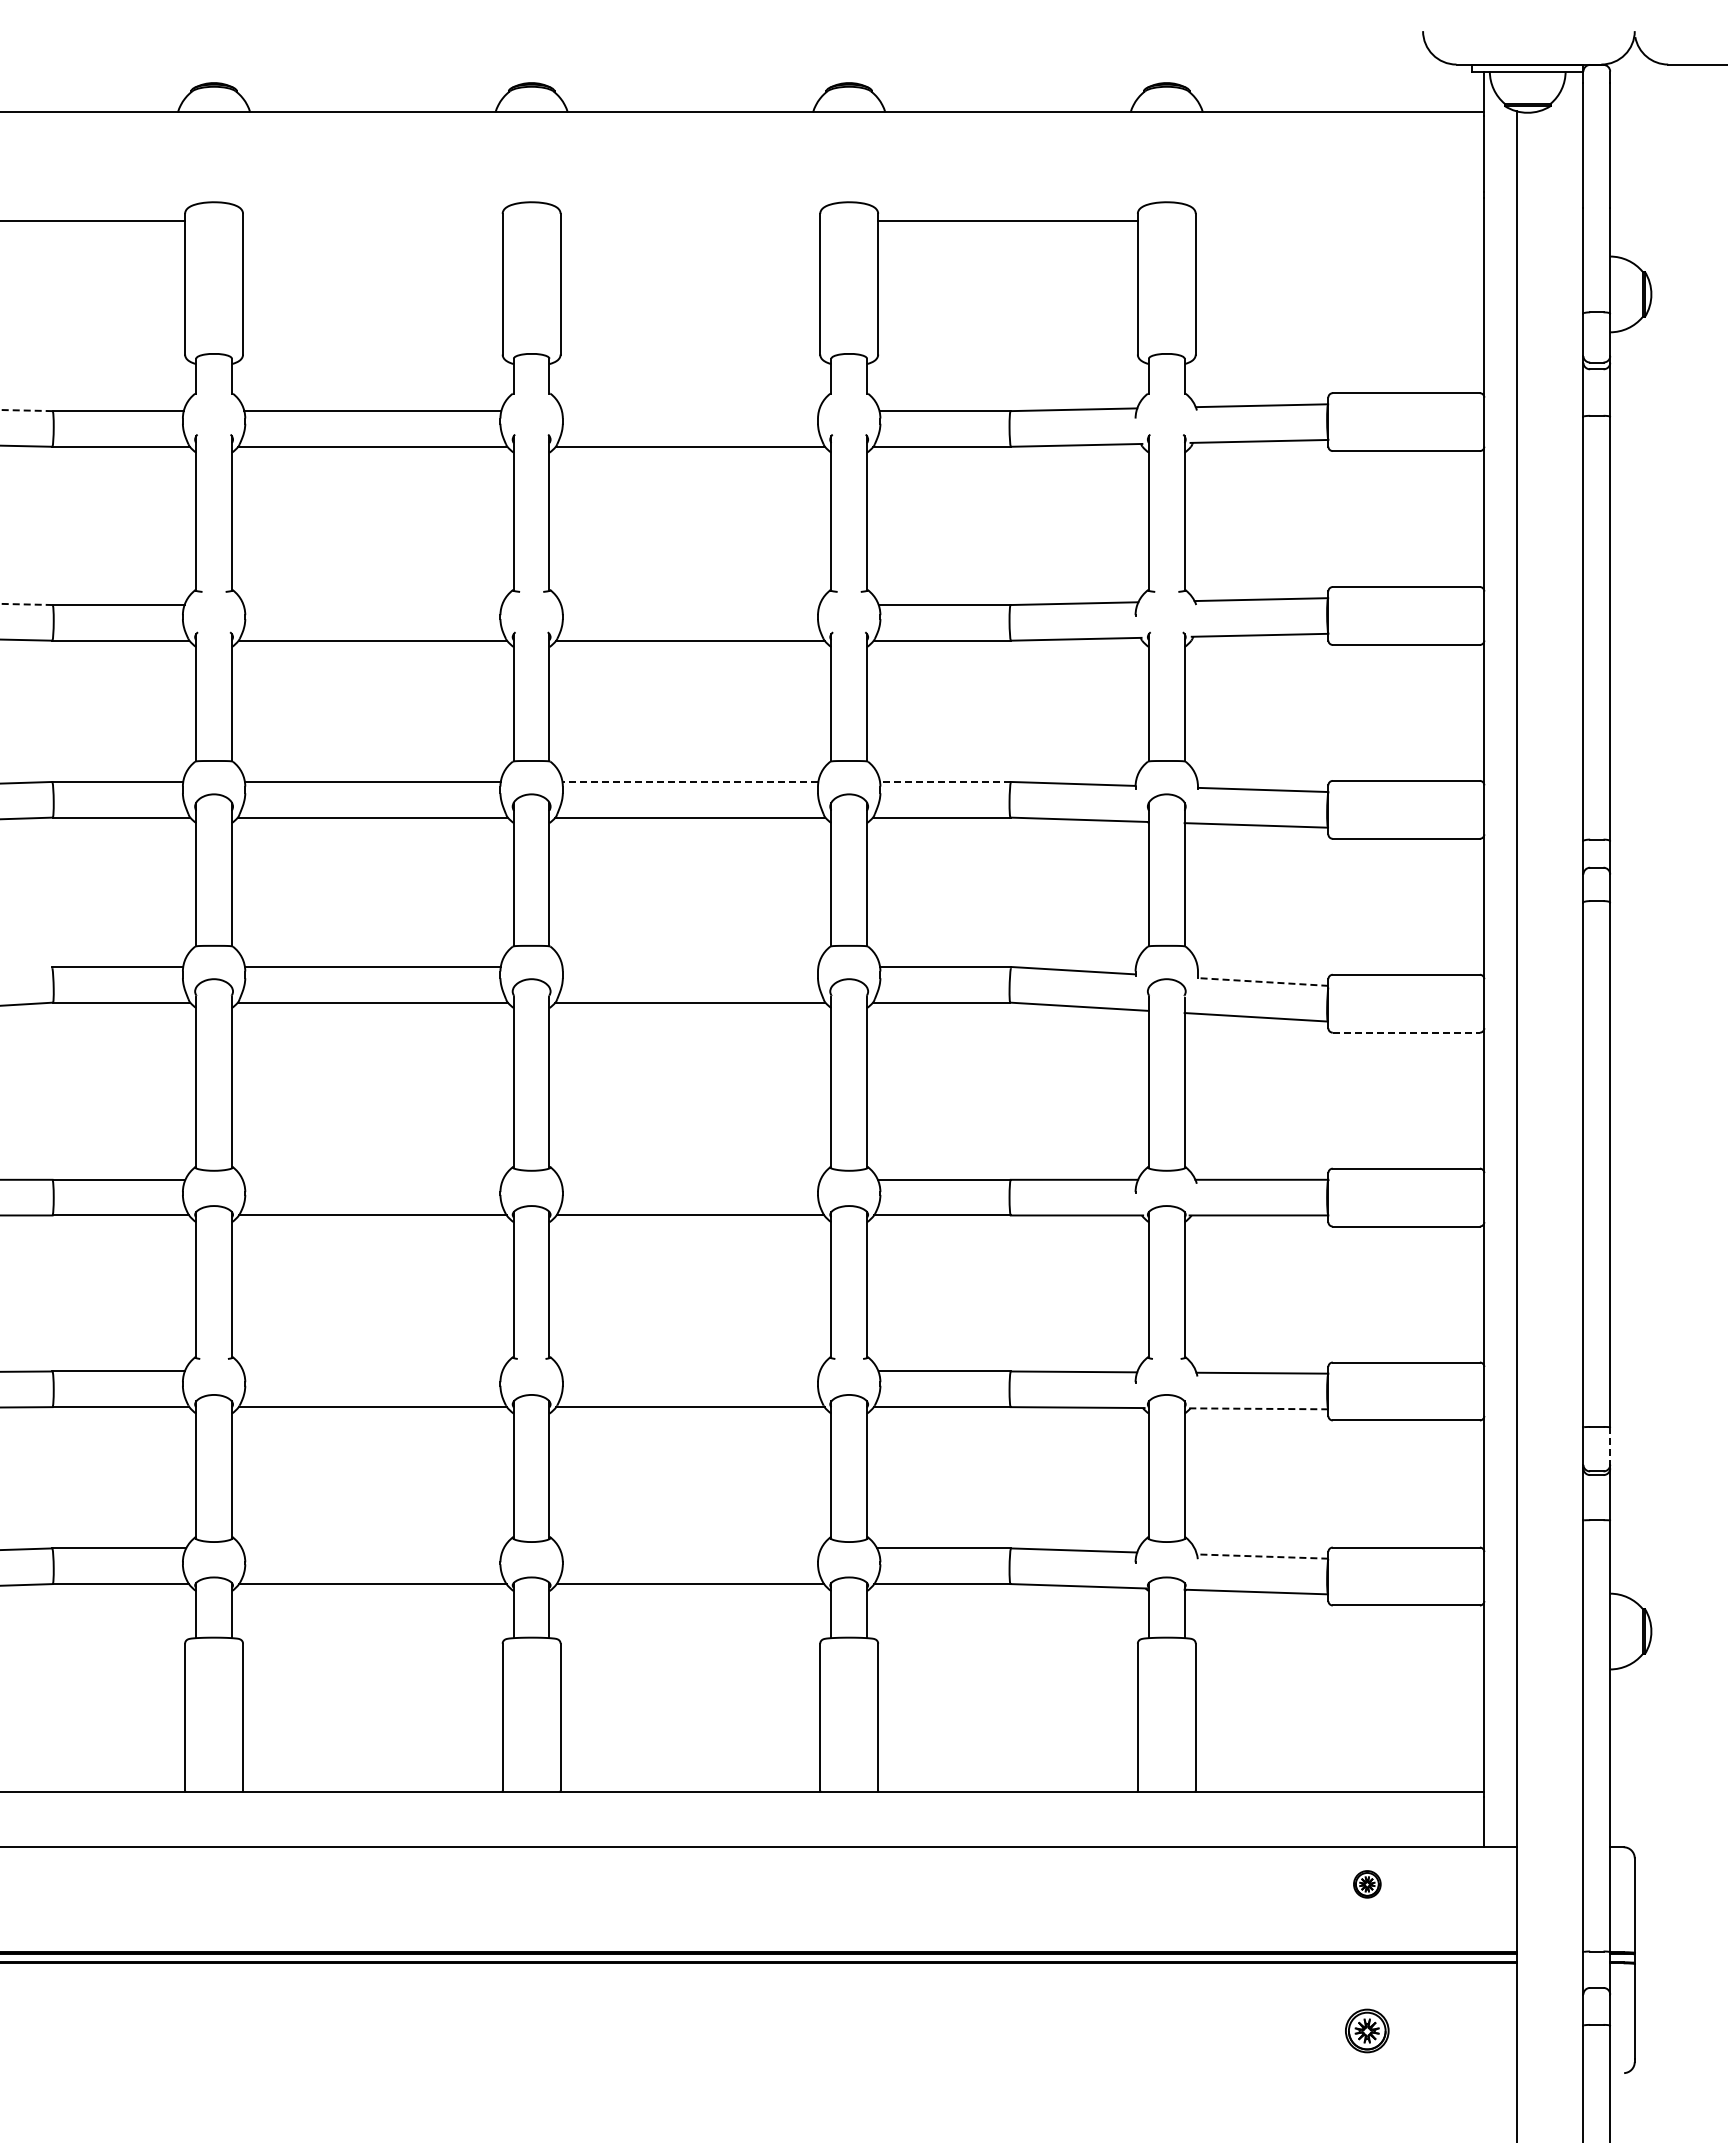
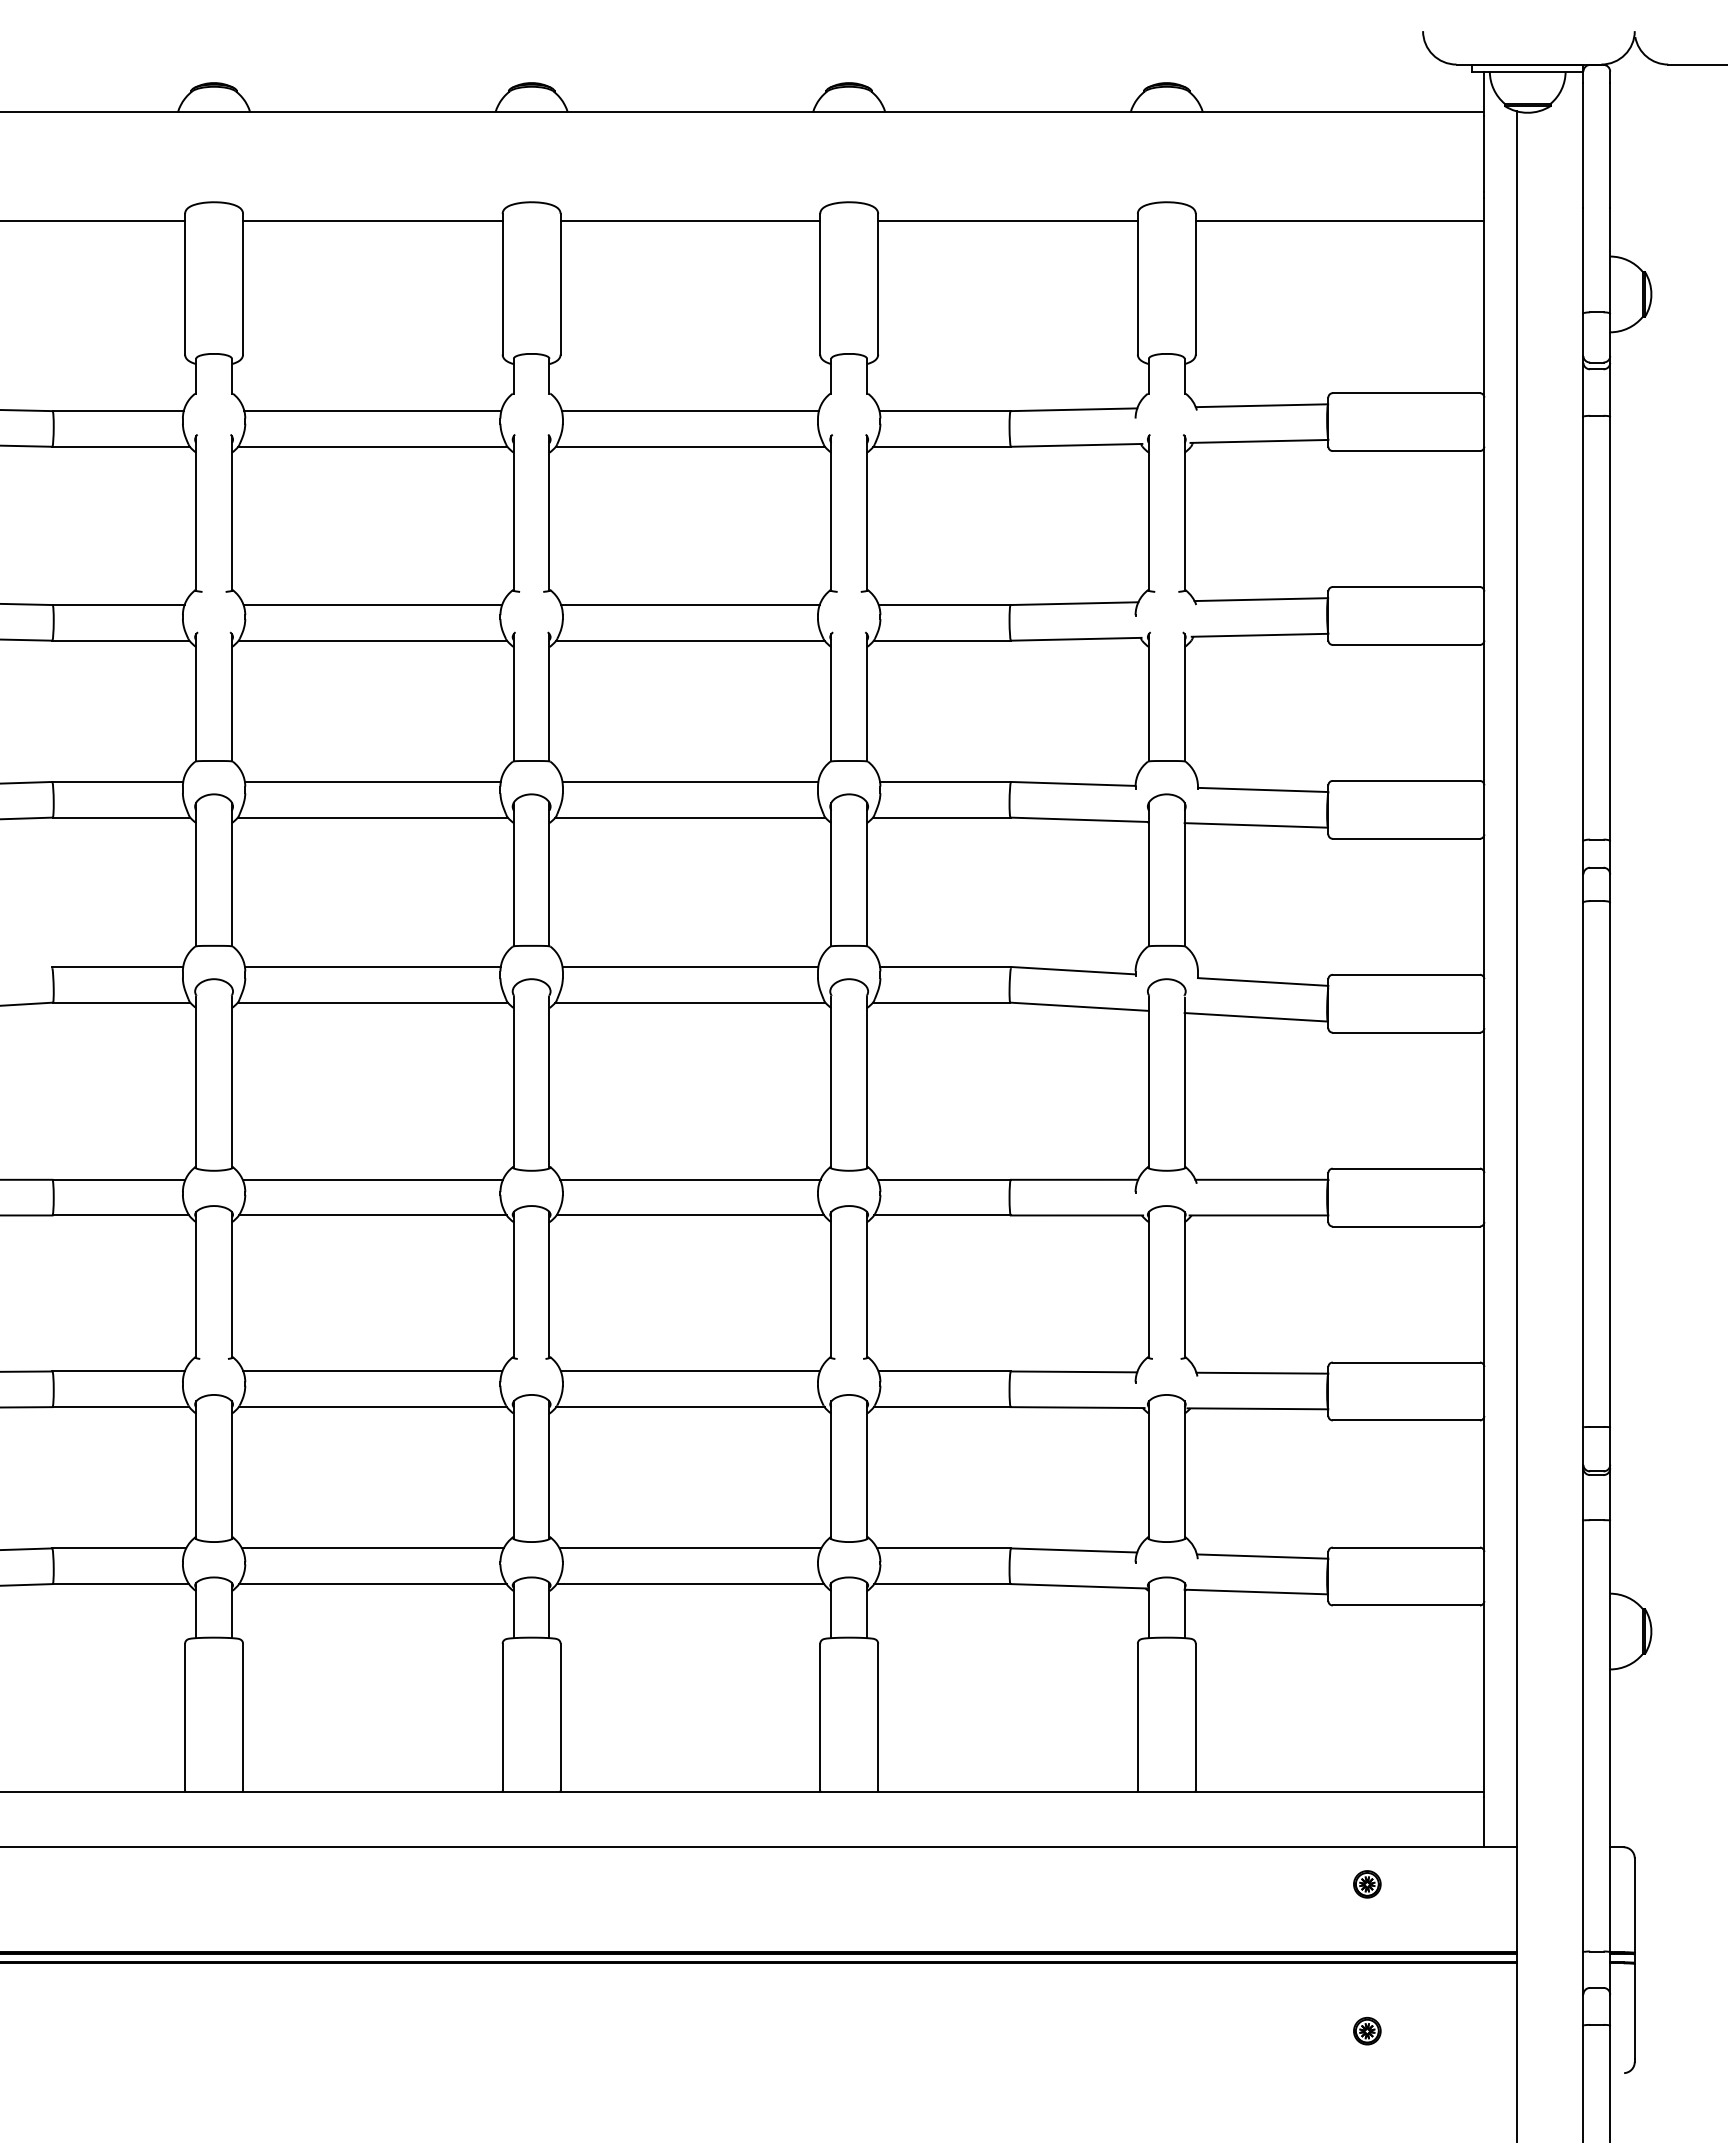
line at (372, 221): none -> present
line at (690, 221): none -> present
line at (1339, 221): none -> present
line at (26, 410): dashed -> solid
line at (689, 411): none -> present
line at (26, 604): dashed -> solid
line at (372, 605): none -> present
line at (690, 605): none -> present
line at (690, 781): dashed -> solid
line at (945, 781): dashed -> solid
line at (690, 967): none -> present
line at (1262, 981): dashed -> solid
line at (1406, 1032): dashed -> solid
line at (372, 1179): none -> present
line at (690, 1179): none -> present
line at (372, 1371): none -> present
line at (689, 1371): none -> present
line at (1257, 1408): dashed -> solid
line at (1610, 1446): dashed -> solid
line at (372, 1548): none -> present
line at (690, 1548): none -> present
line at (1262, 1556): dashed -> solid
part at (1367, 2030) size: 45x46 px -> 29x29 px
